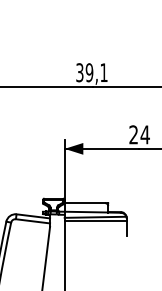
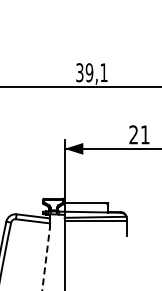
text at (144, 134): 24 -> 21
line at (46, 258): solid -> dashed
